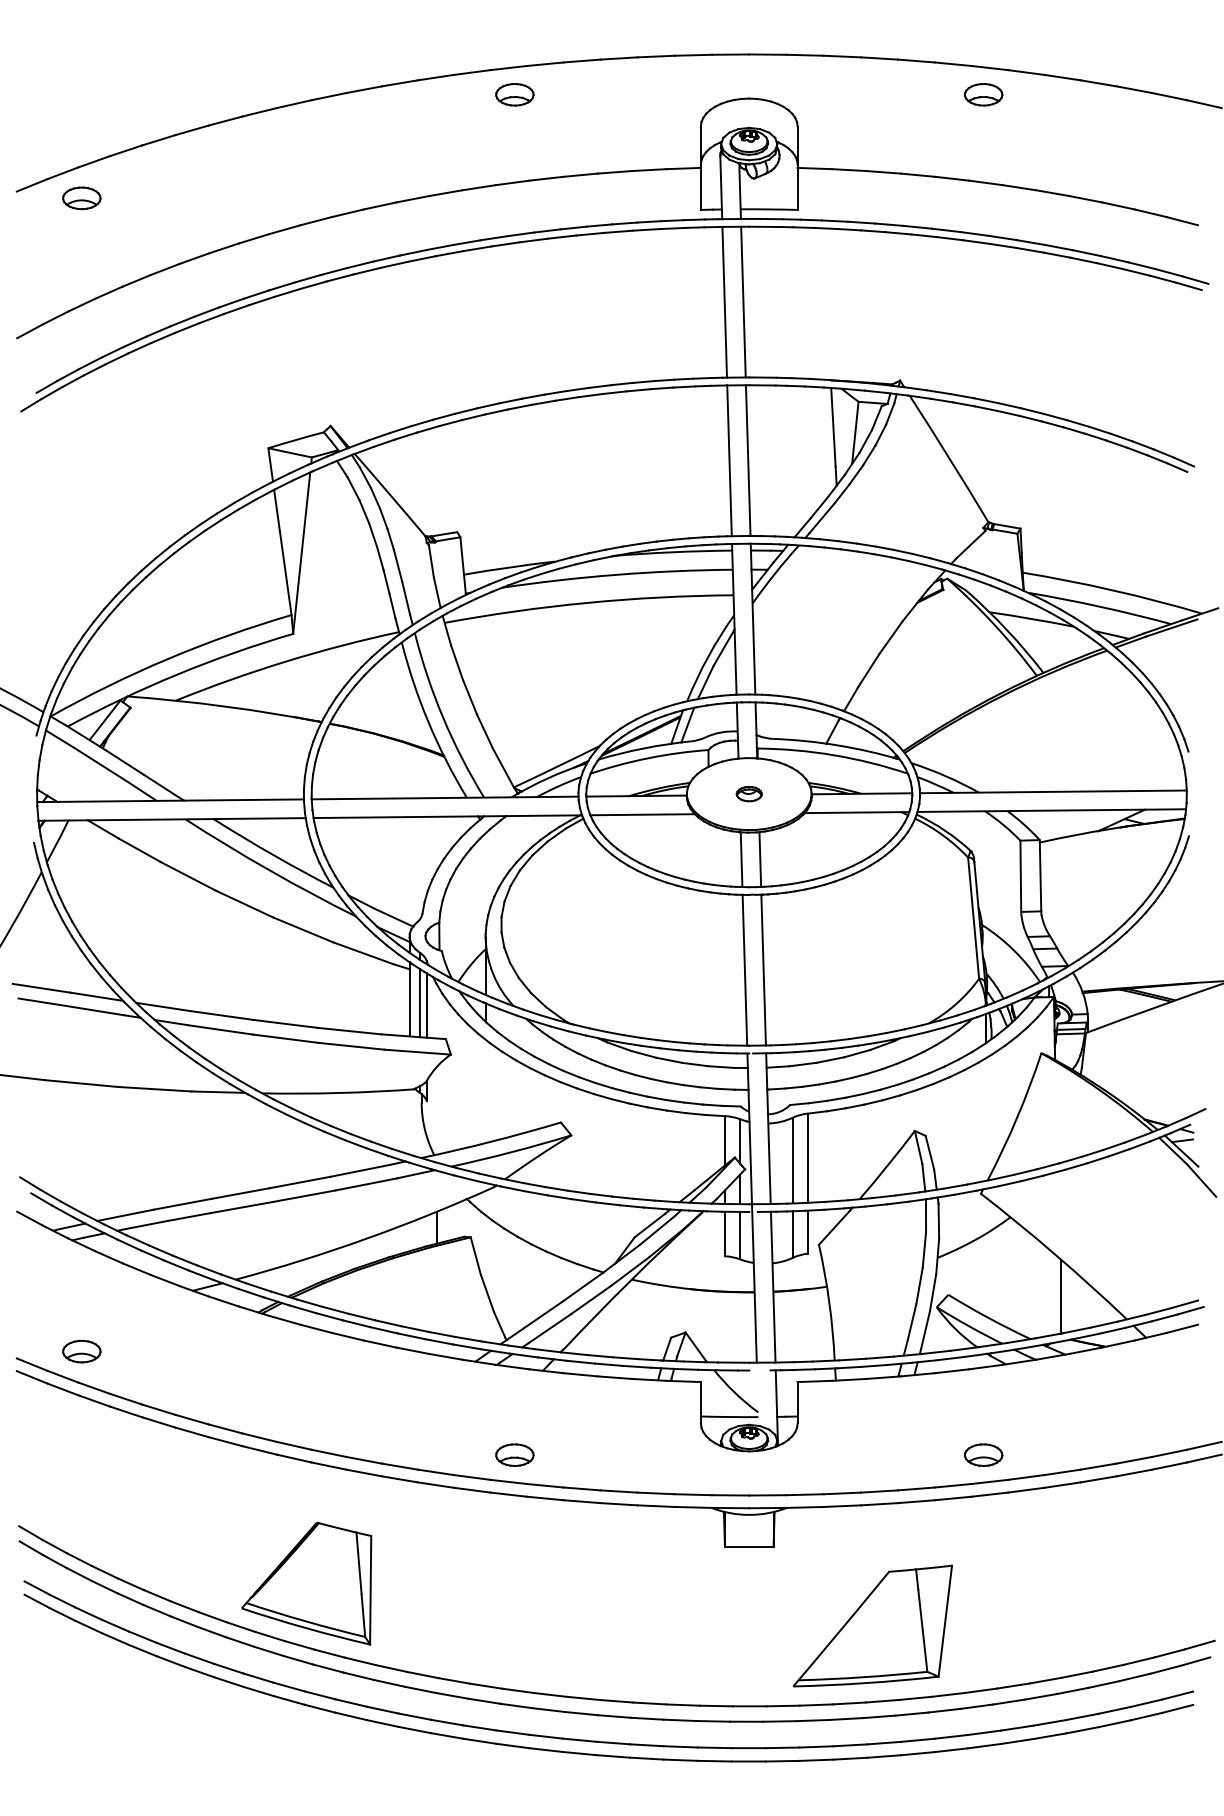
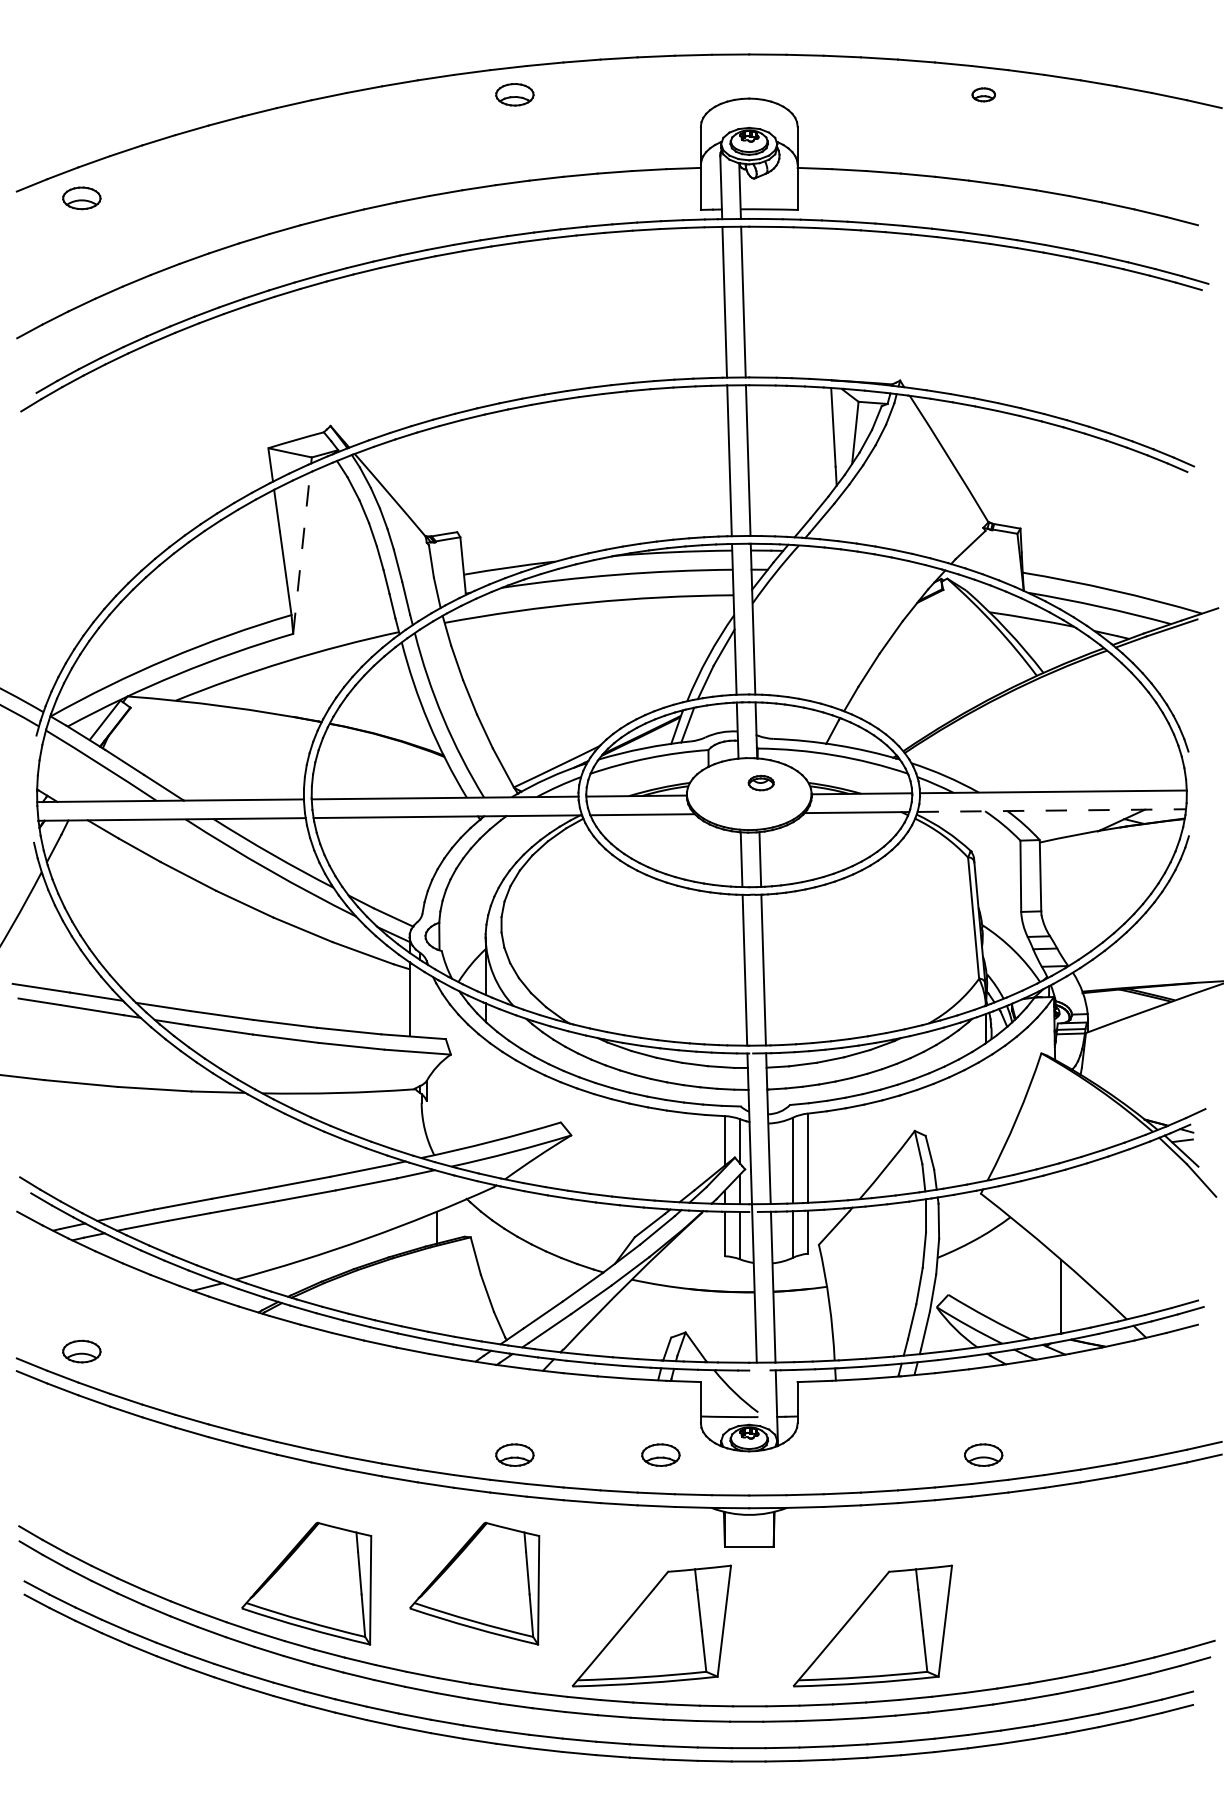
part at (983, 94) size: 40x24 px -> 25x16 px
line at (301, 552): solid -> dashed
part at (748, 794) position: (748, 794) -> (760, 783)
line at (1052, 810): solid -> dashed
line at (419, 1003): present -> none
line at (426, 1005): present -> none
part at (660, 1454): none -> present
part at (474, 1583): none -> present
part at (651, 1625): none -> present
